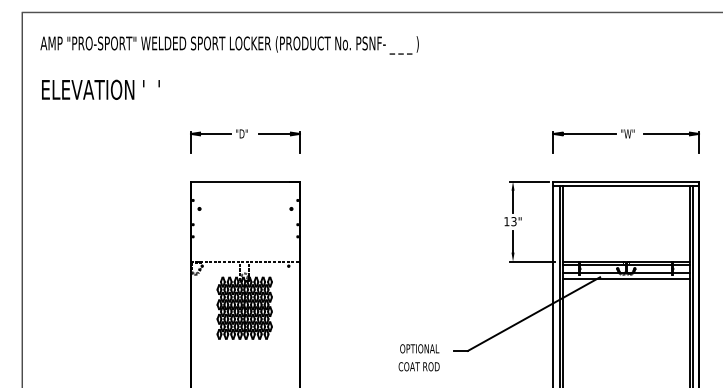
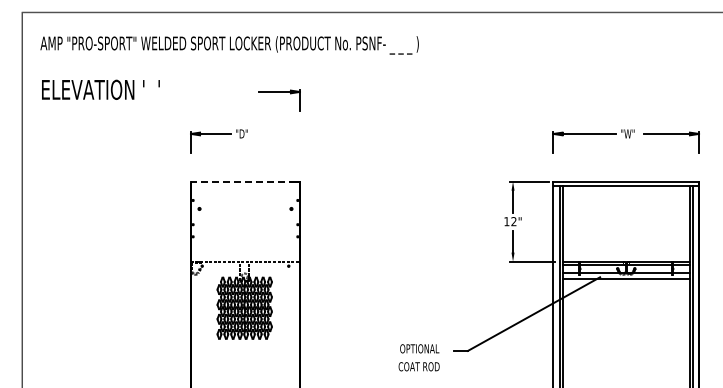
part at (279, 134) position: (279, 134) -> (279, 92)
line at (242, 181): solid -> dashed
text at (513, 221): 13" -> 12"
